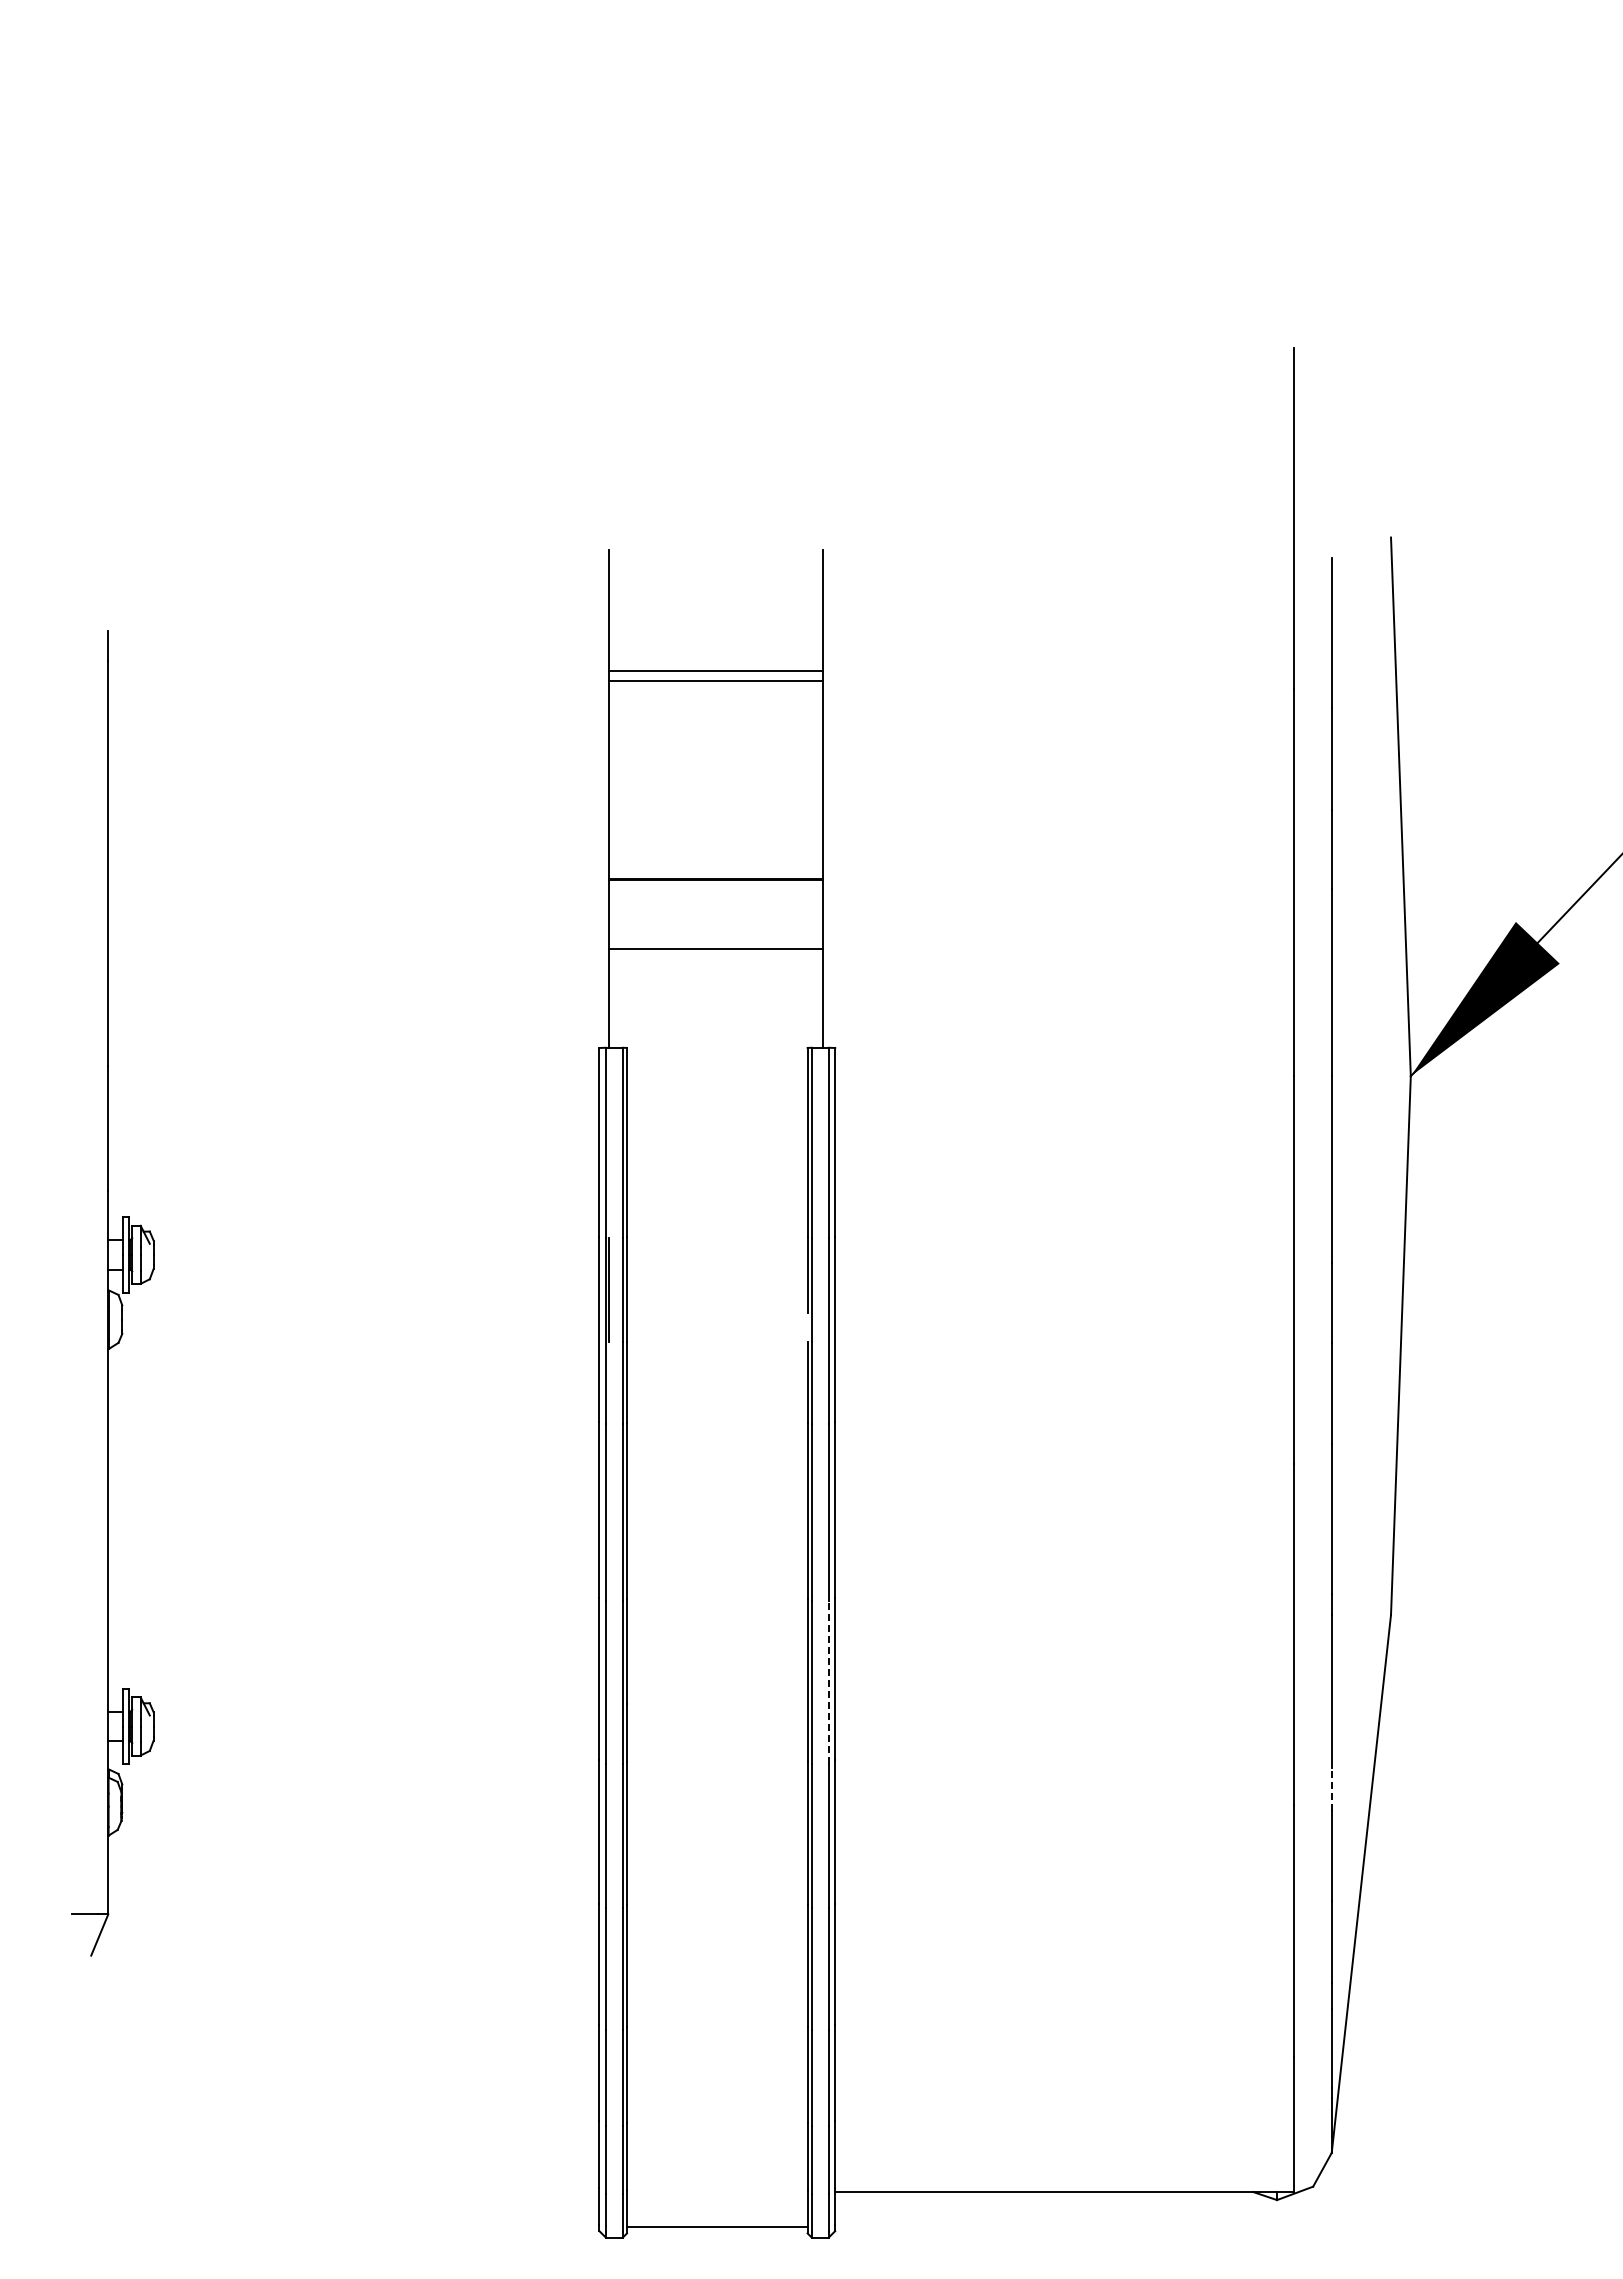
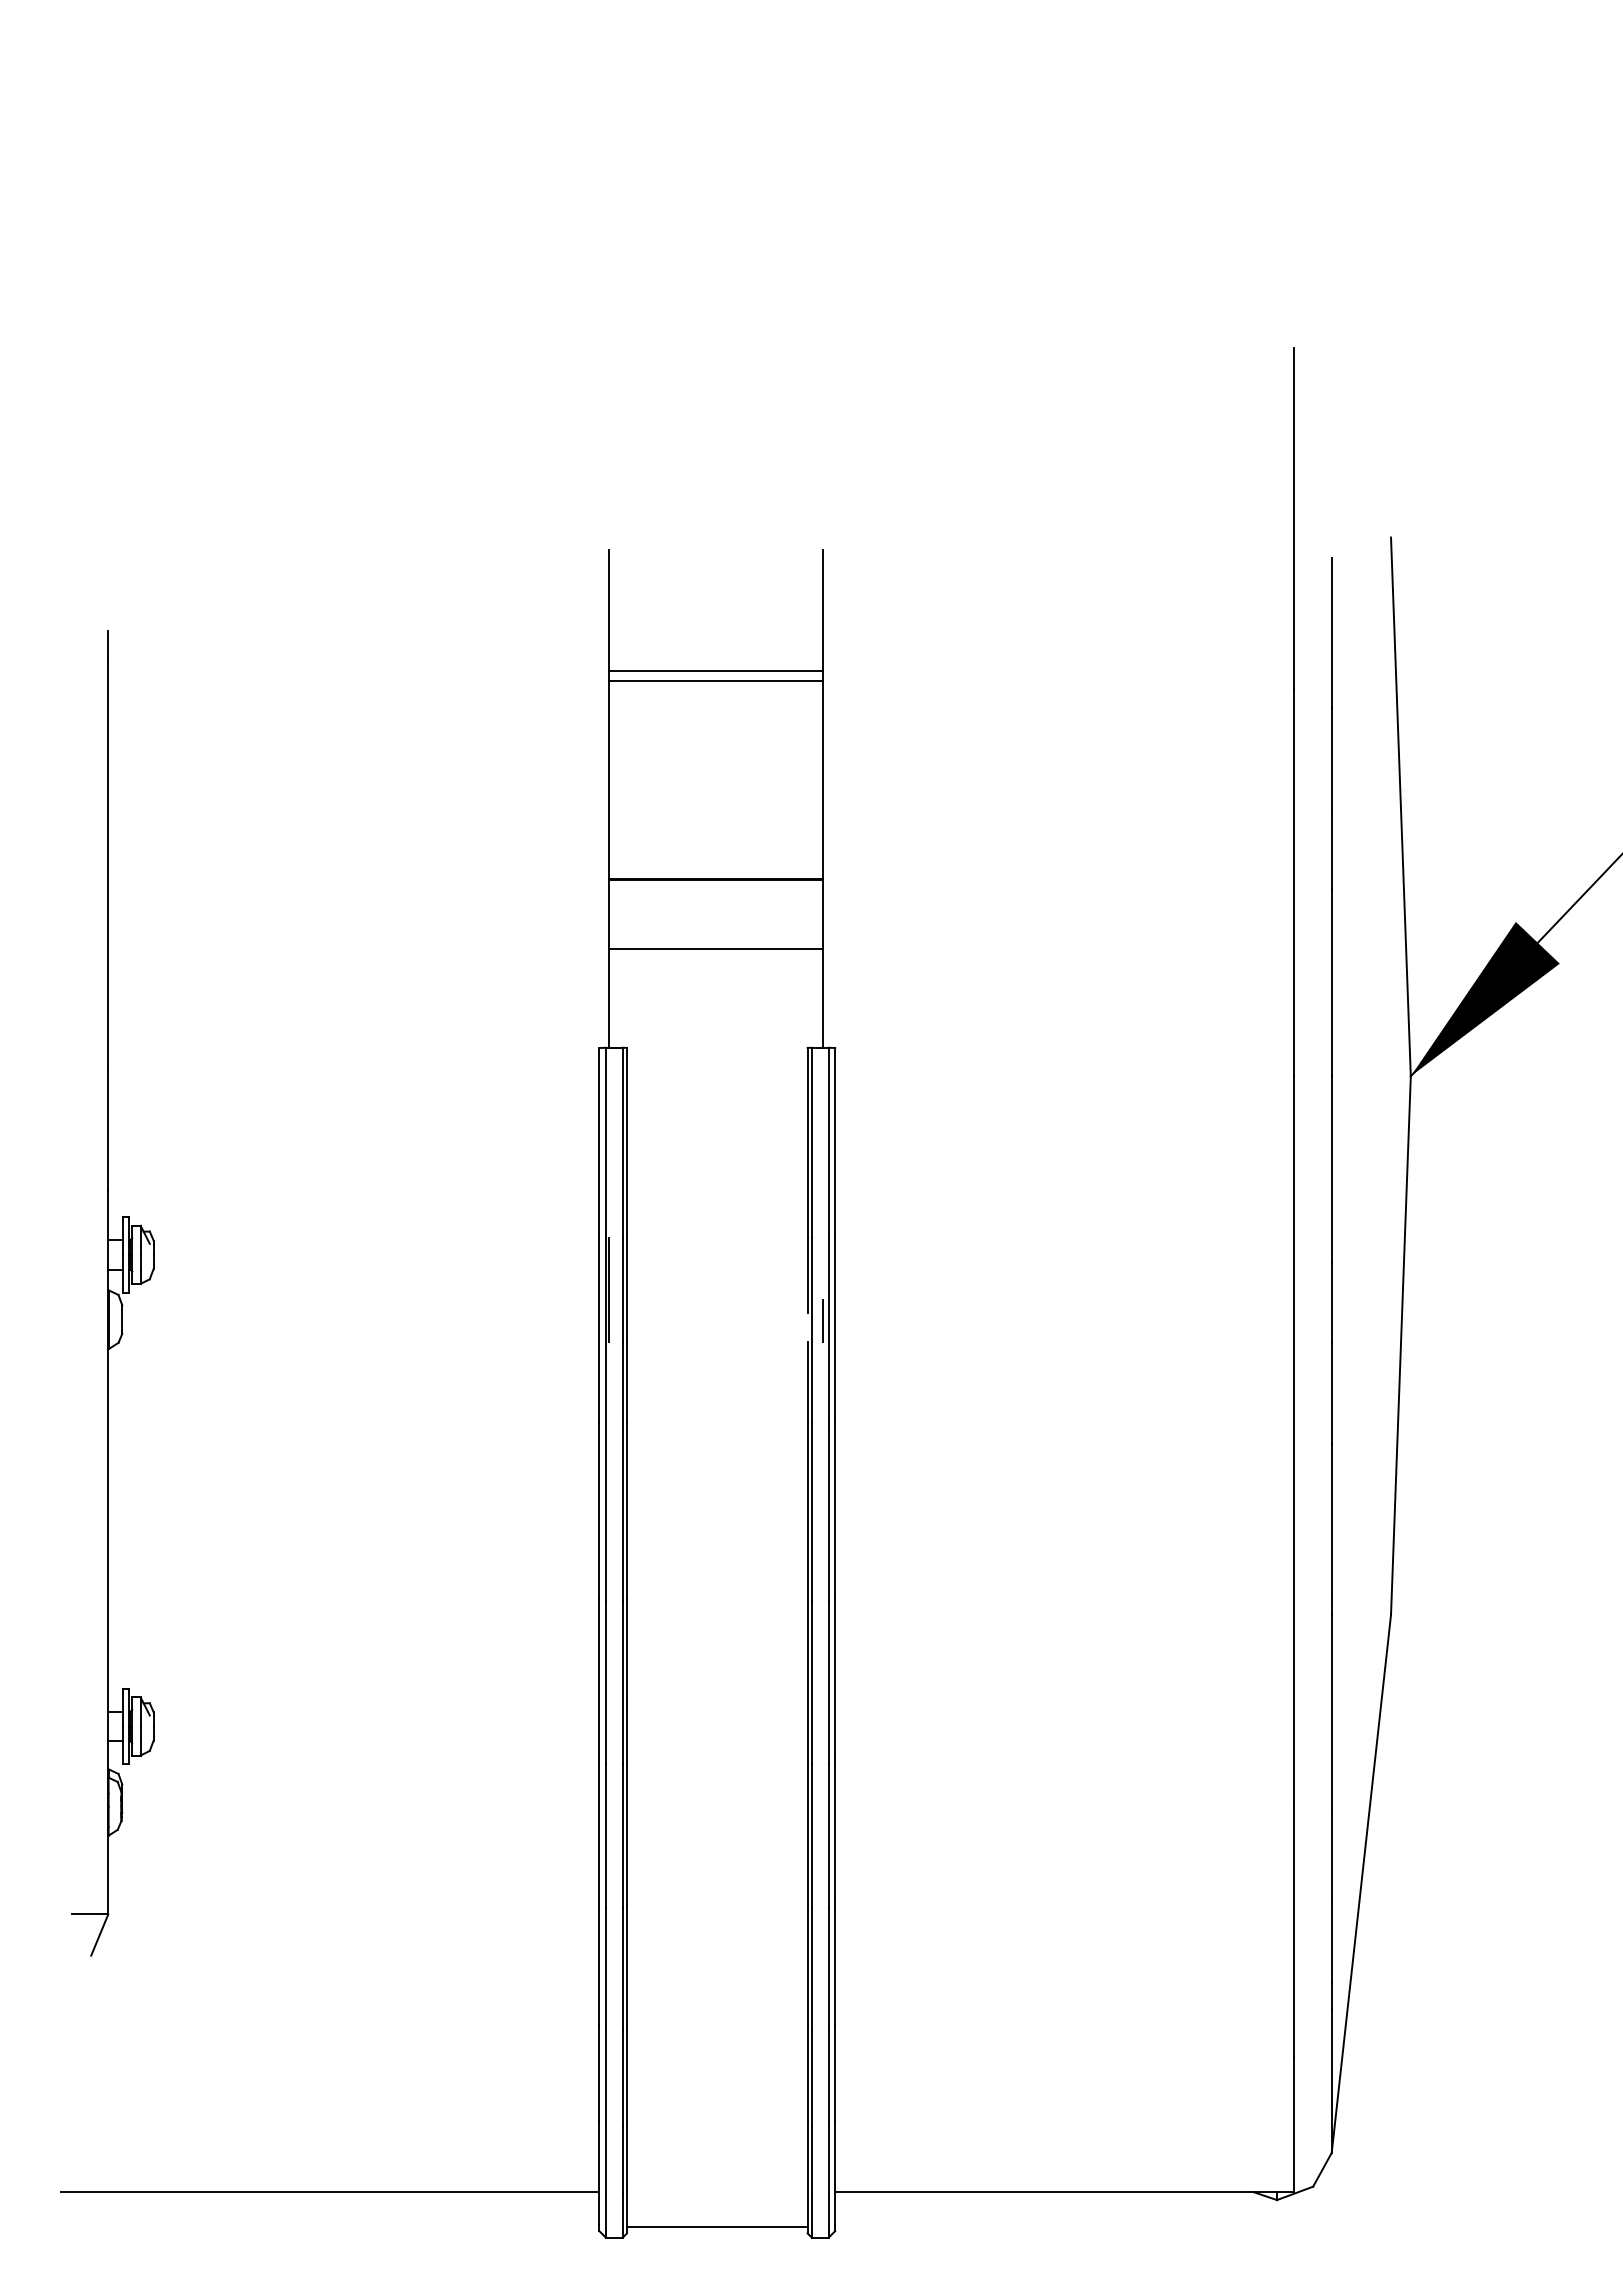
line at (823, 1320): none -> present
line at (828, 1682): dashed -> solid
line at (1331, 1789): dashed -> solid
line at (330, 2192): none -> present
